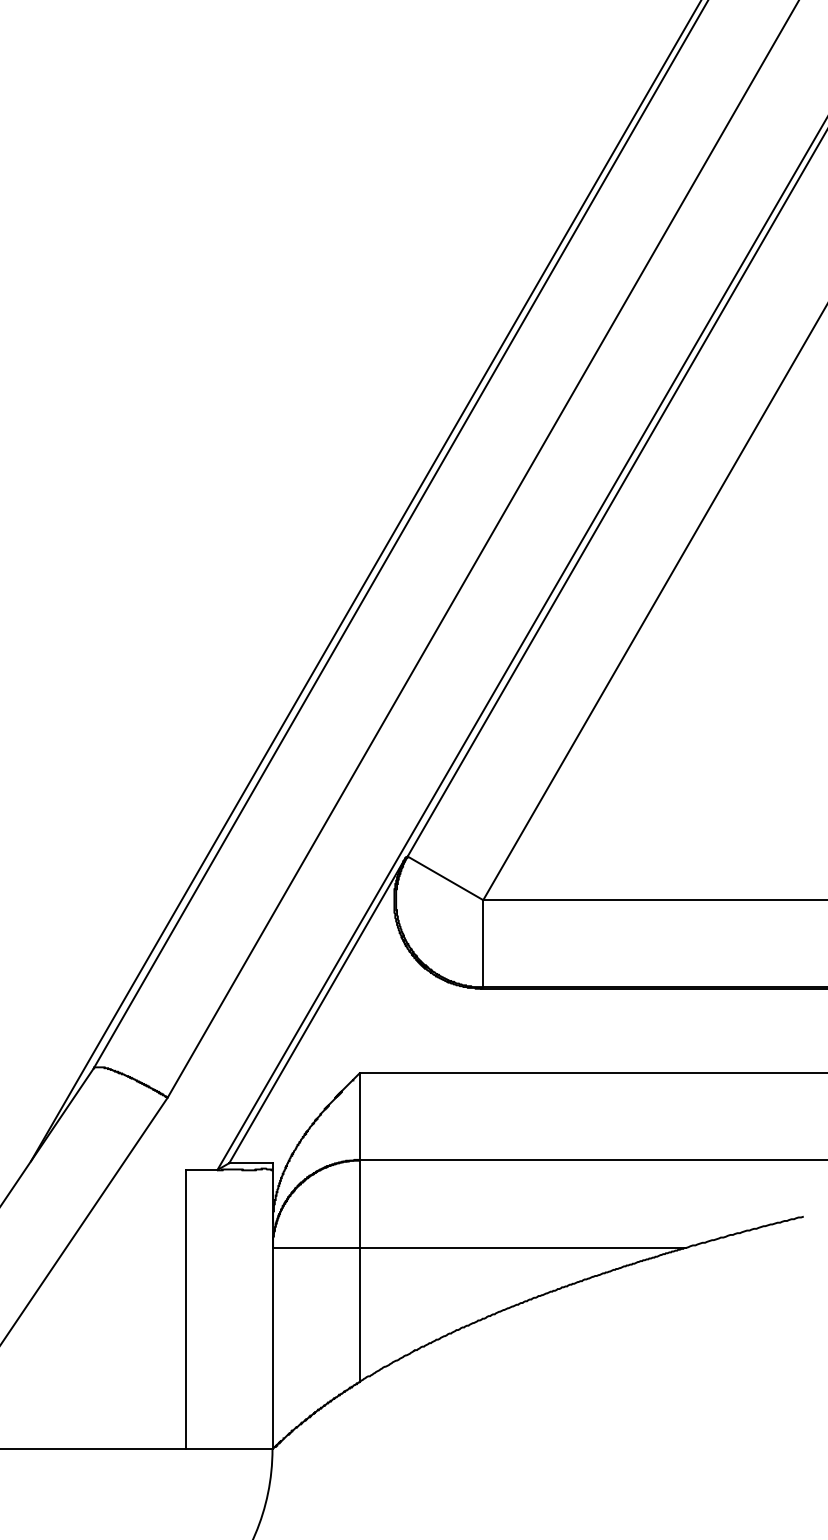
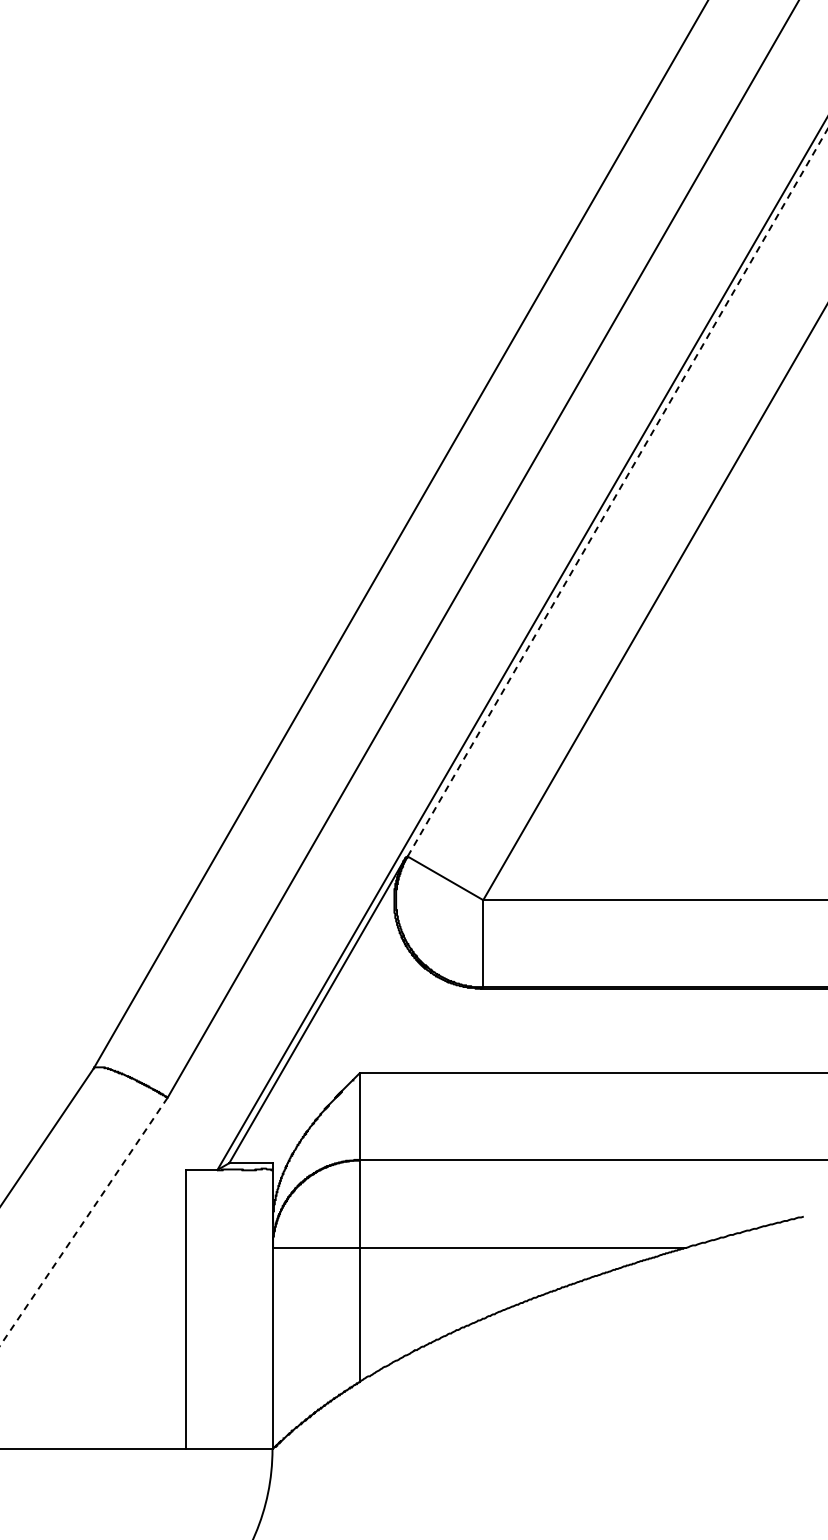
line at (617, 492): solid -> dashed
line at (365, 581): present -> none
line at (83, 1221): solid -> dashed
